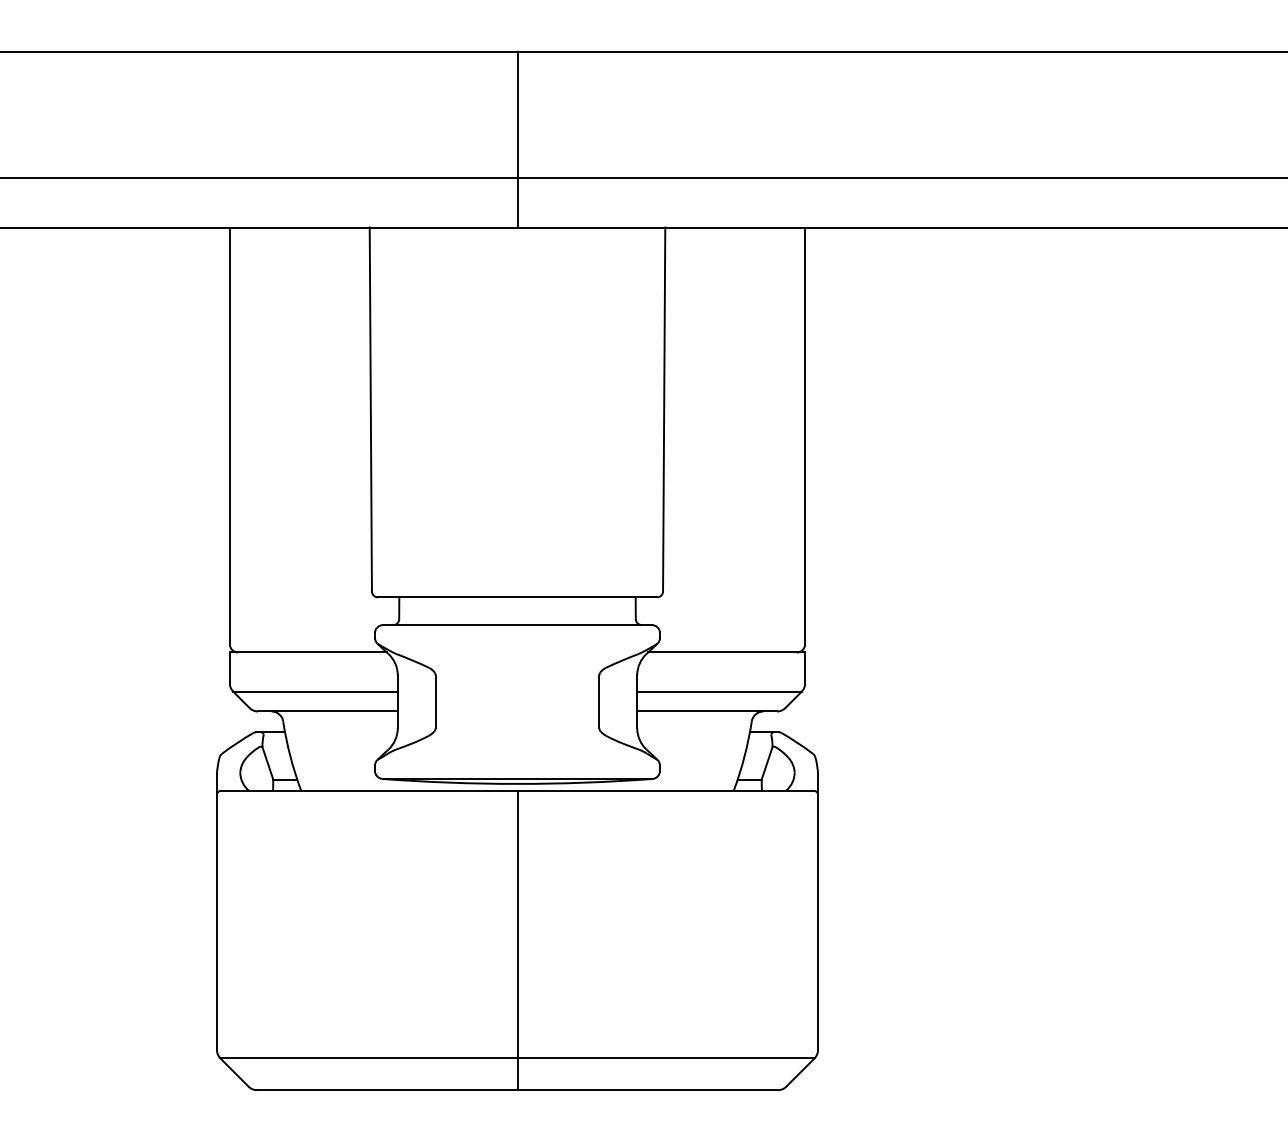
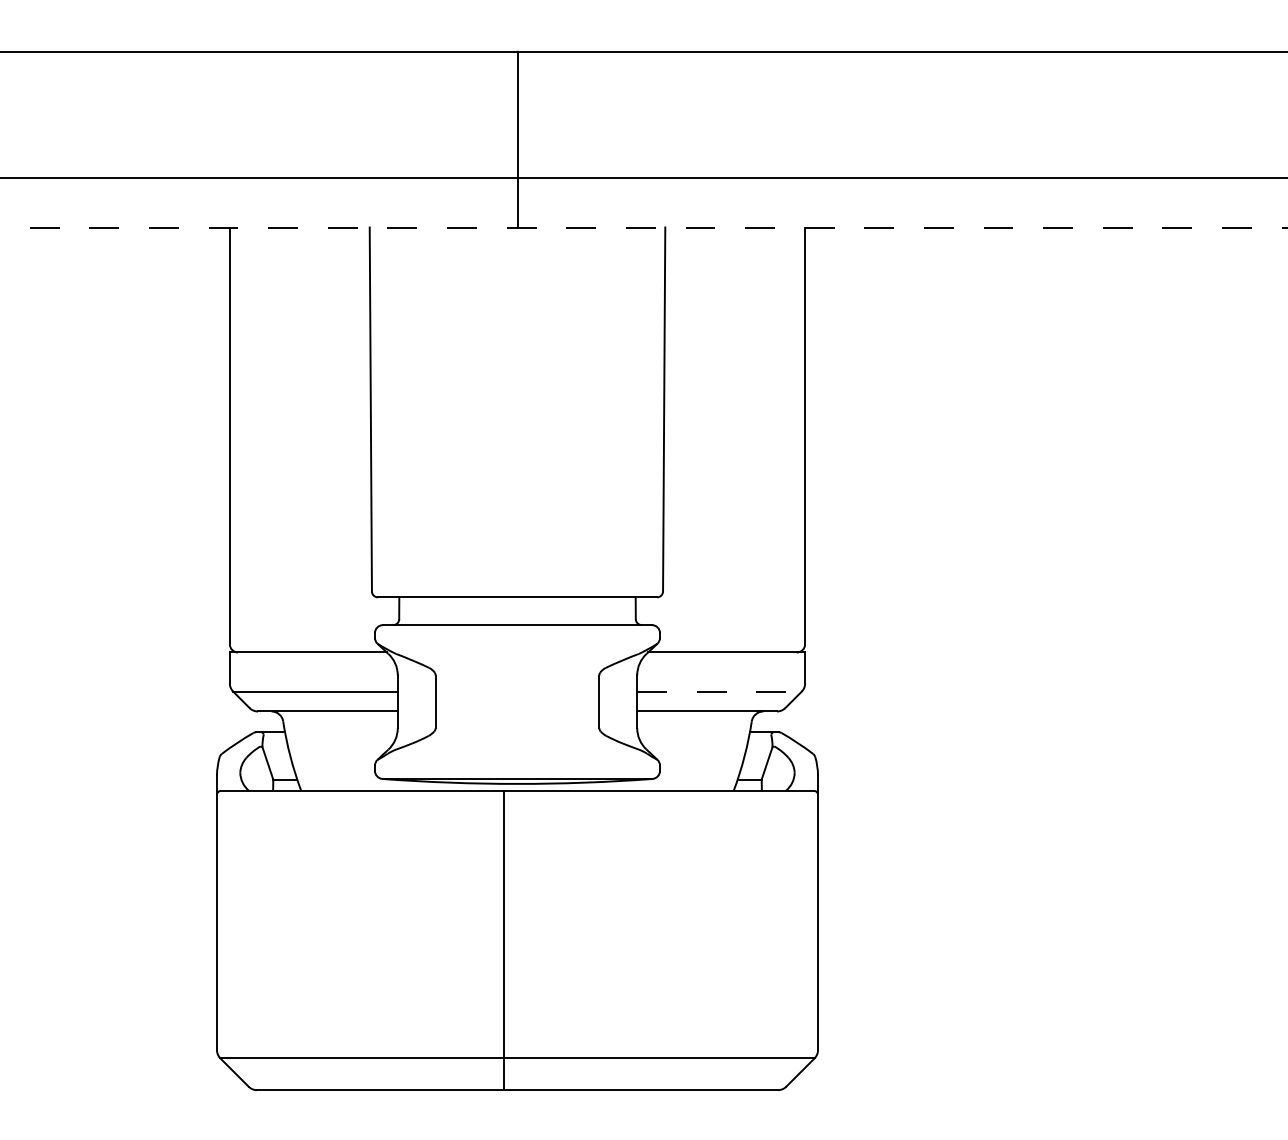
line at (643, 227): solid -> dashed
line at (719, 691): solid -> dashed
line at (517, 940) position: (517, 940) -> (503, 940)
